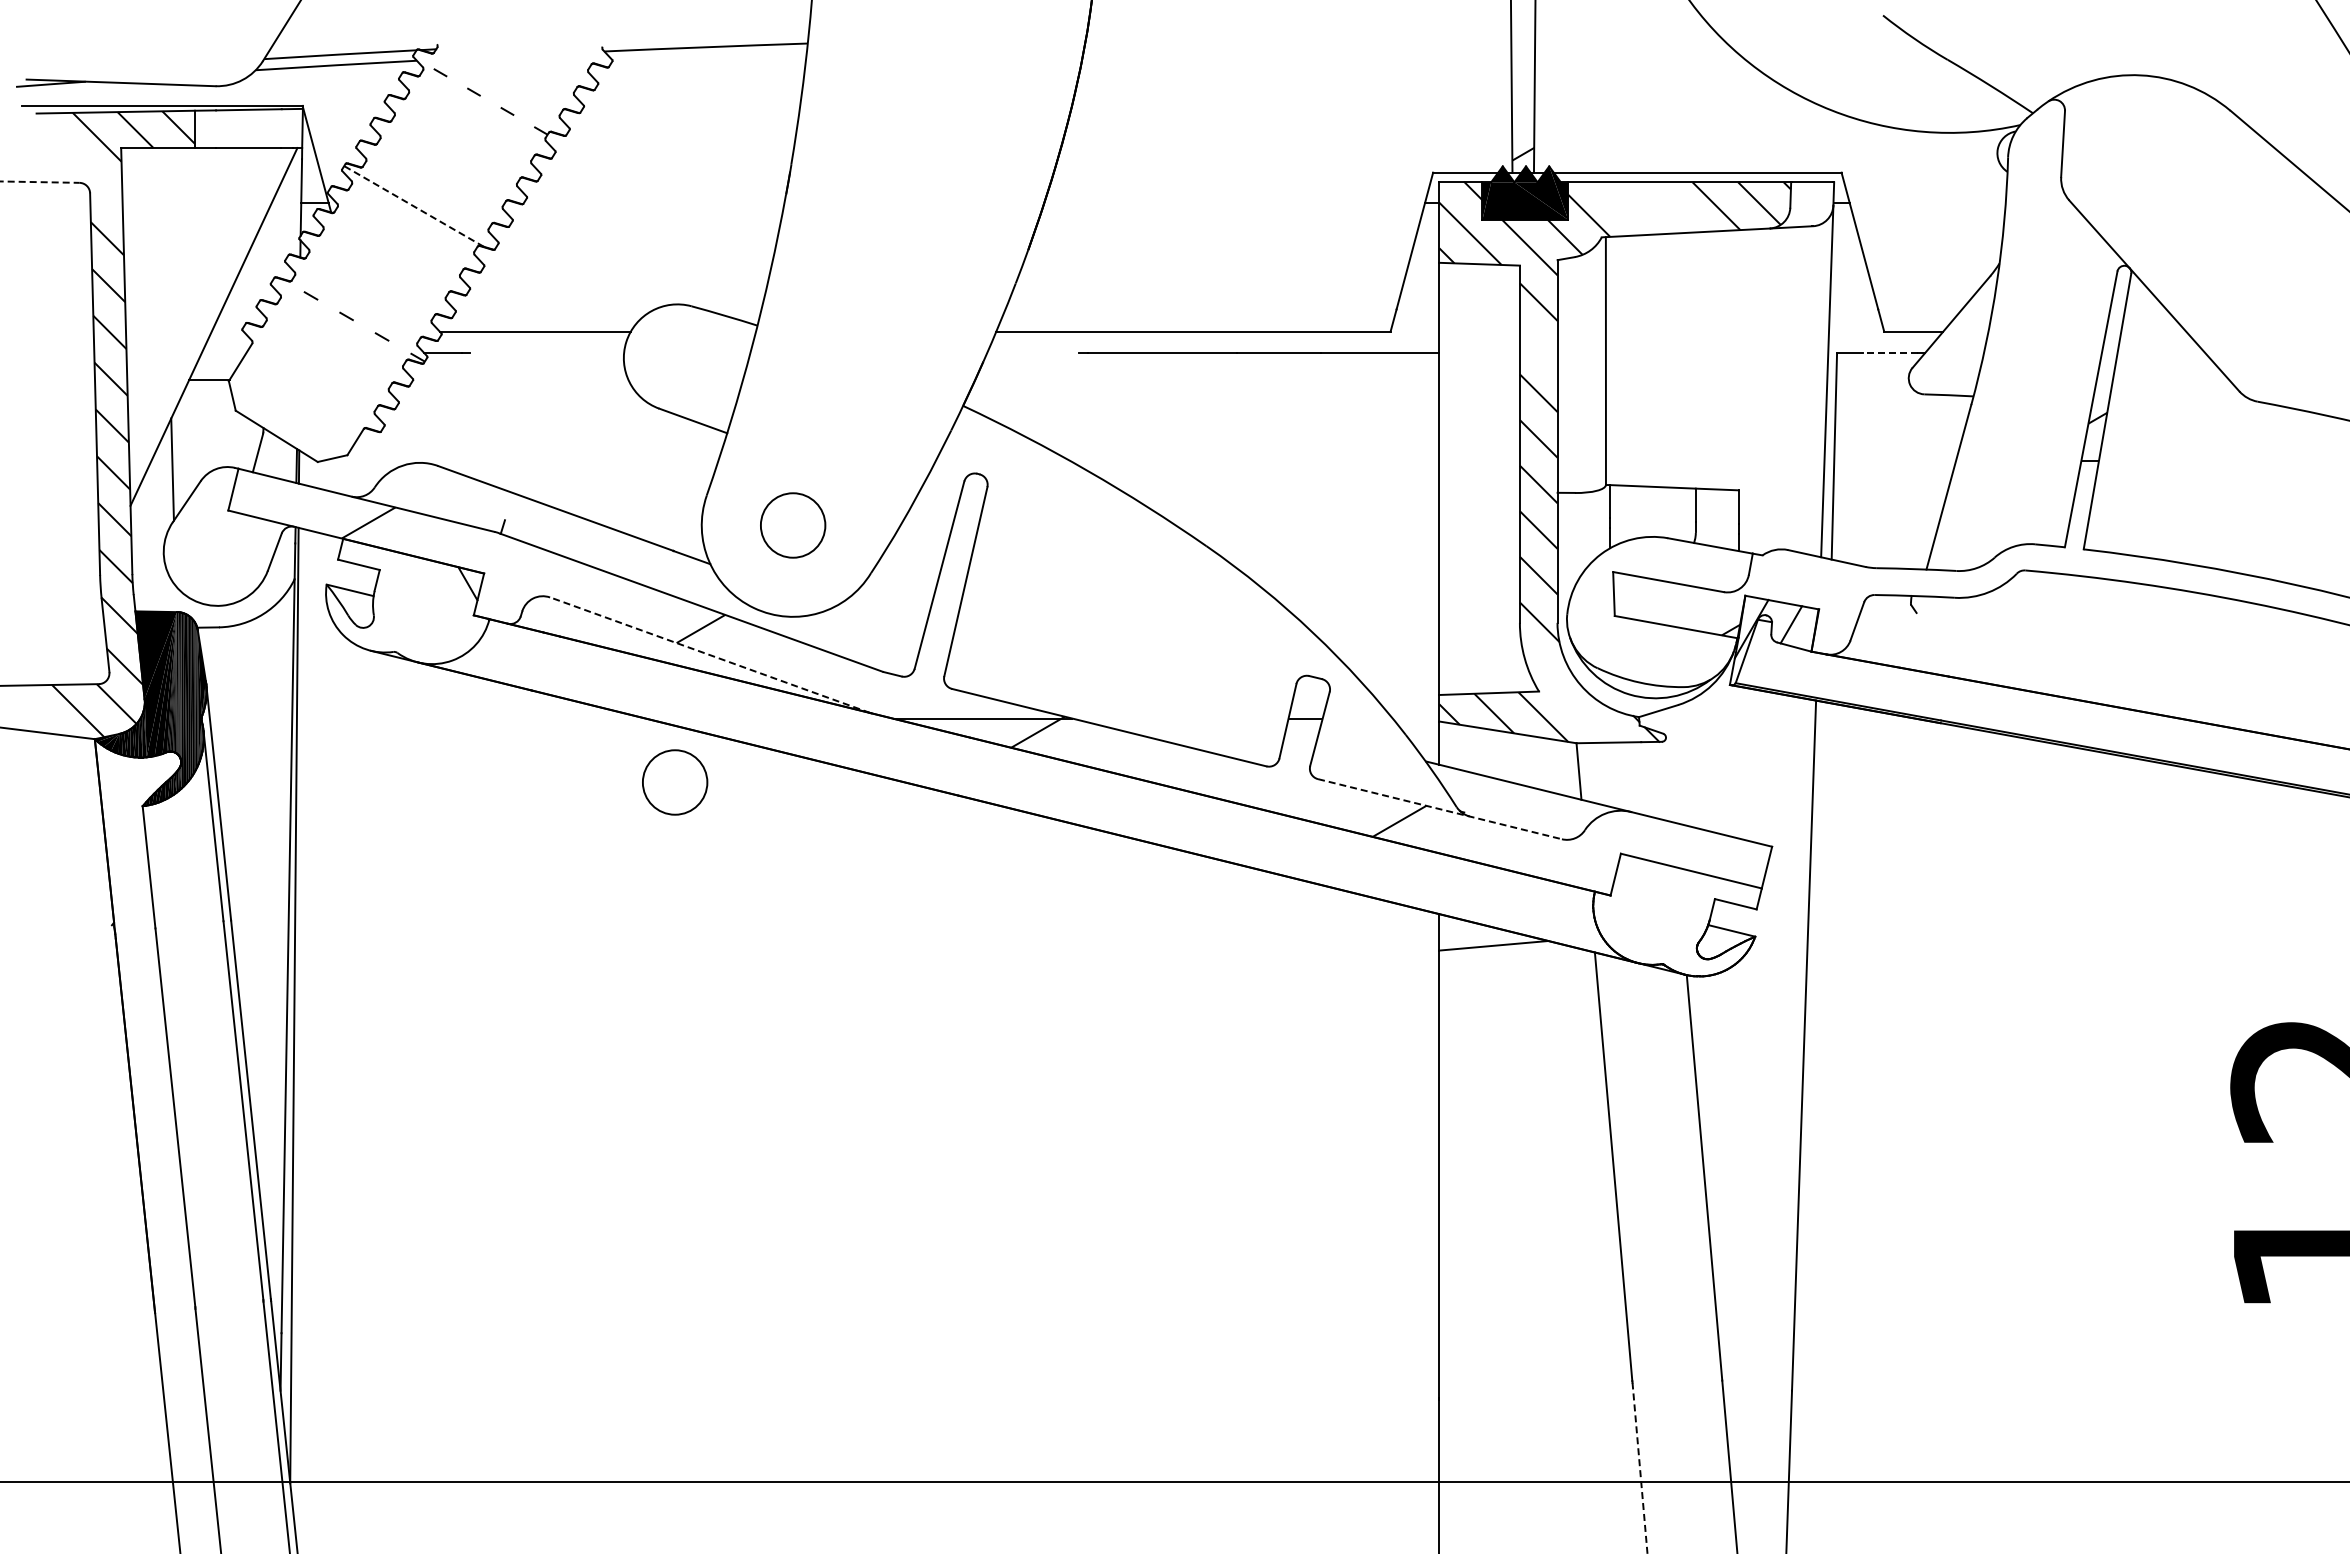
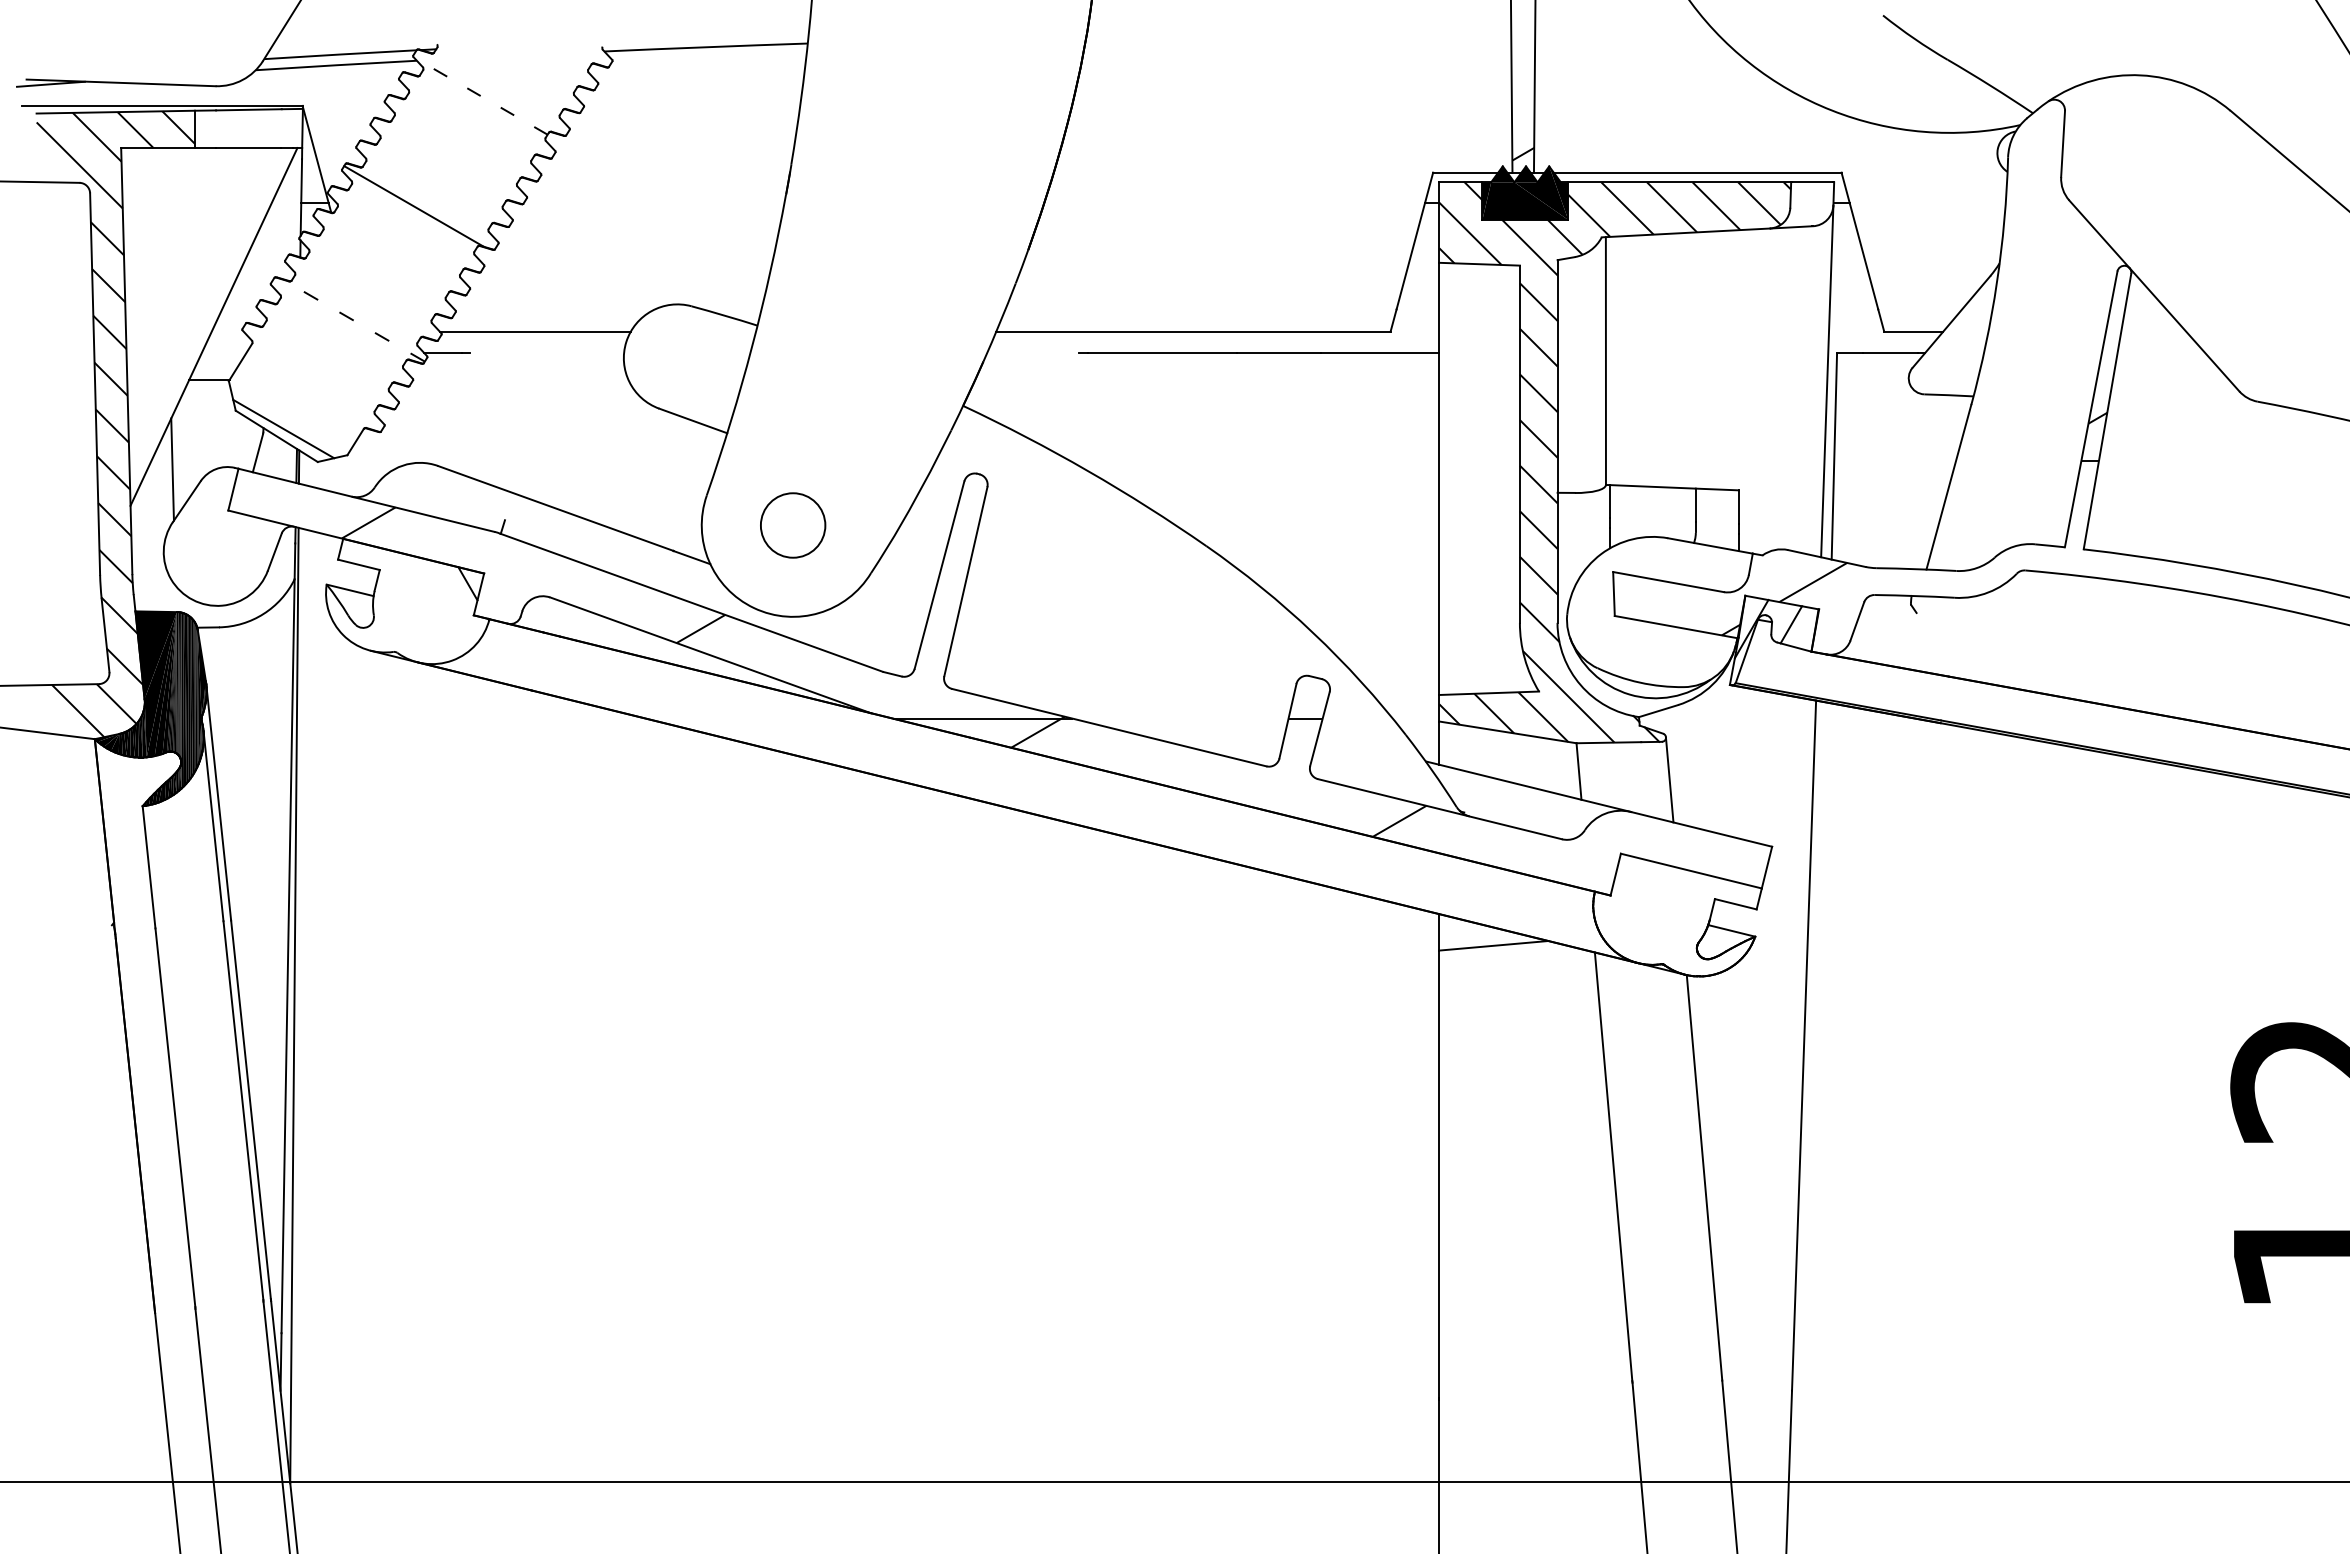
line at (79, 165): none -> present
line at (40, 182): dashed -> solid
line at (414, 206): dashed -> solid
line at (1672, 207): none -> present
line at (1627, 208): none -> present
line at (1538, 347): none -> present
line at (1890, 353): dashed -> solid
line at (283, 428): none -> present
line at (1813, 582): none -> present
line at (709, 655): dashed -> solid
line at (1568, 696): none -> present
line at (1669, 779): none -> present
circle at (675, 782): present -> none
line at (1439, 809): dashed -> solid
line at (1639, 1467): dashed -> solid
